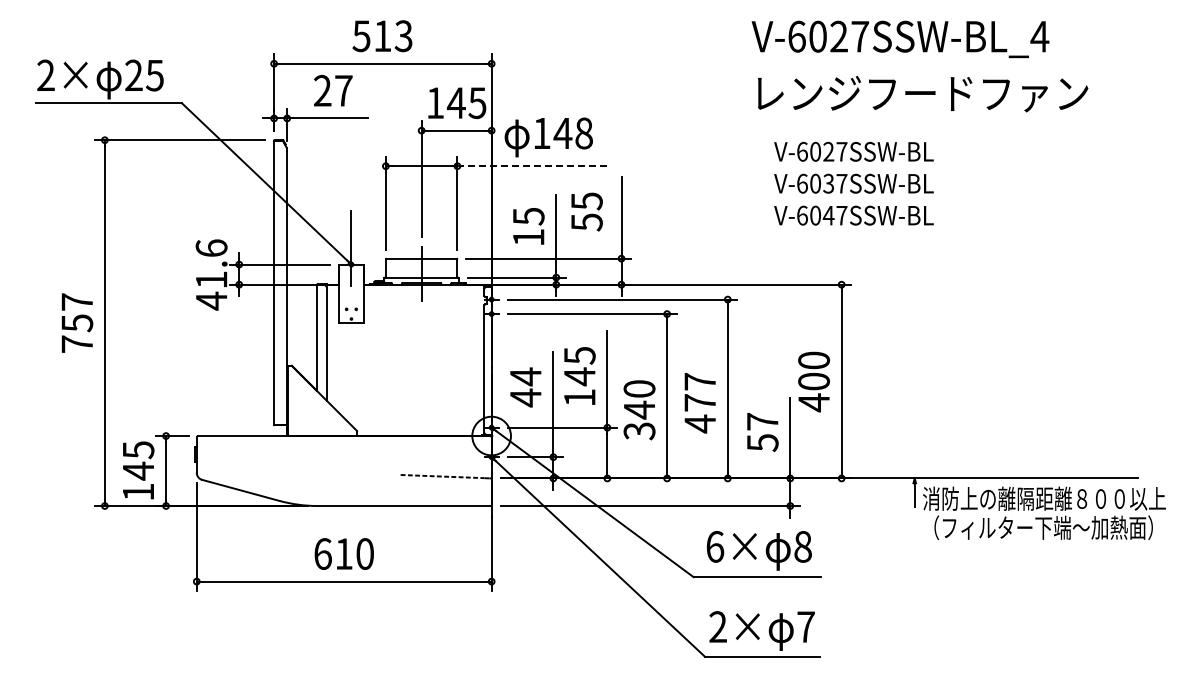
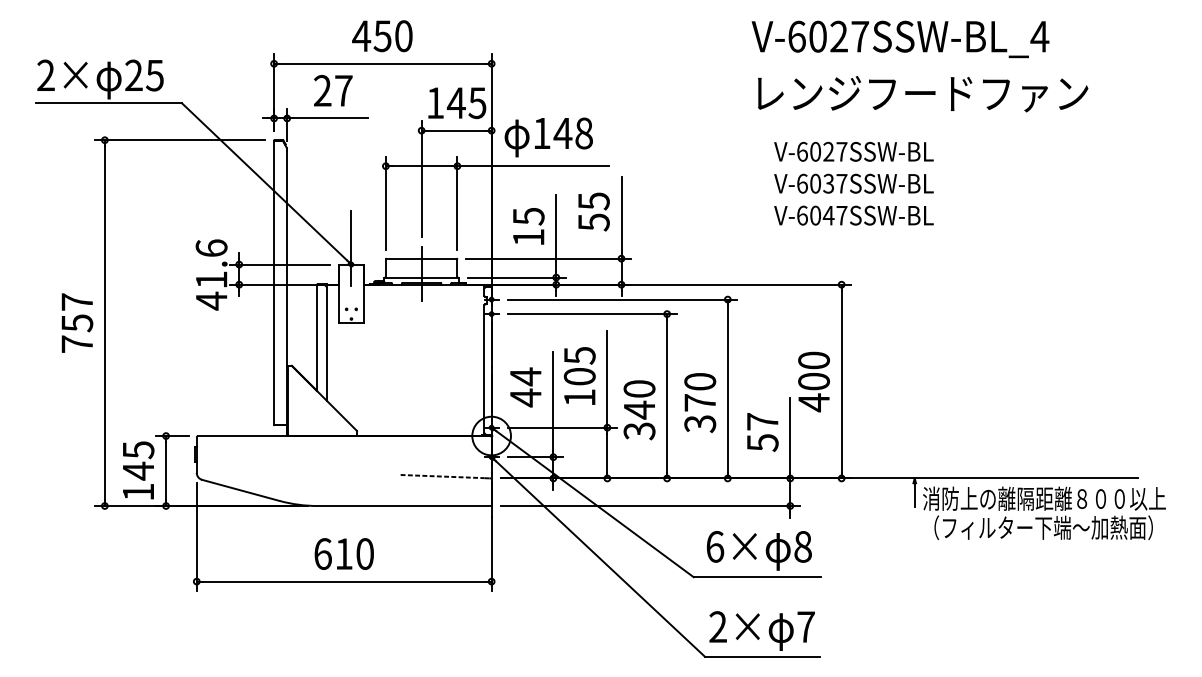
text at (382, 36): 513 -> 450
line at (532, 166): dashed -> solid
text at (586, 211) position: (586, 211) -> (593, 211)
text at (579, 376): 145 -> 105
text at (700, 403): 477 -> 370
